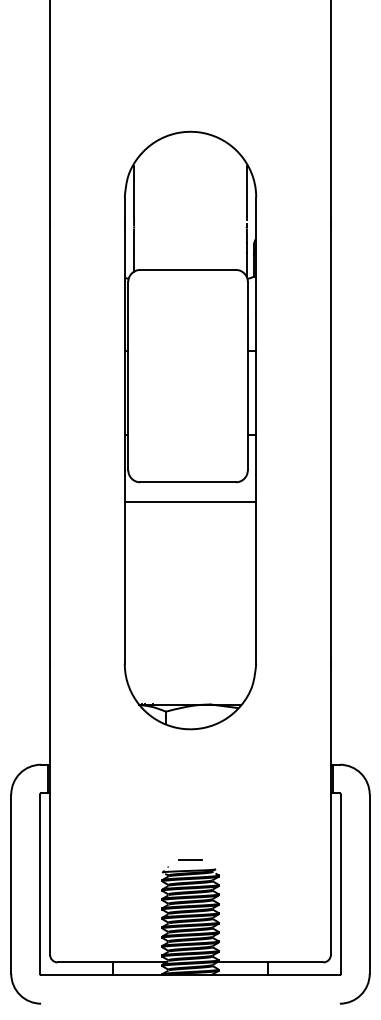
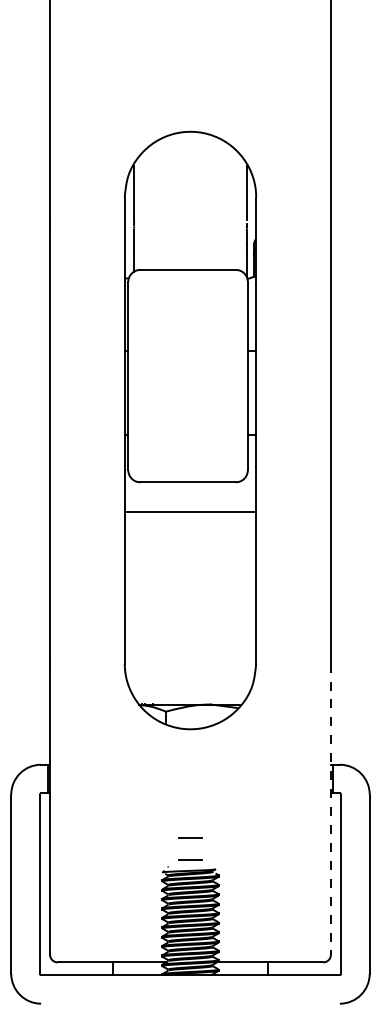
line at (190, 501) position: (190, 501) -> (190, 511)
line at (330, 809): solid -> dashed
line at (190, 837): none -> present
